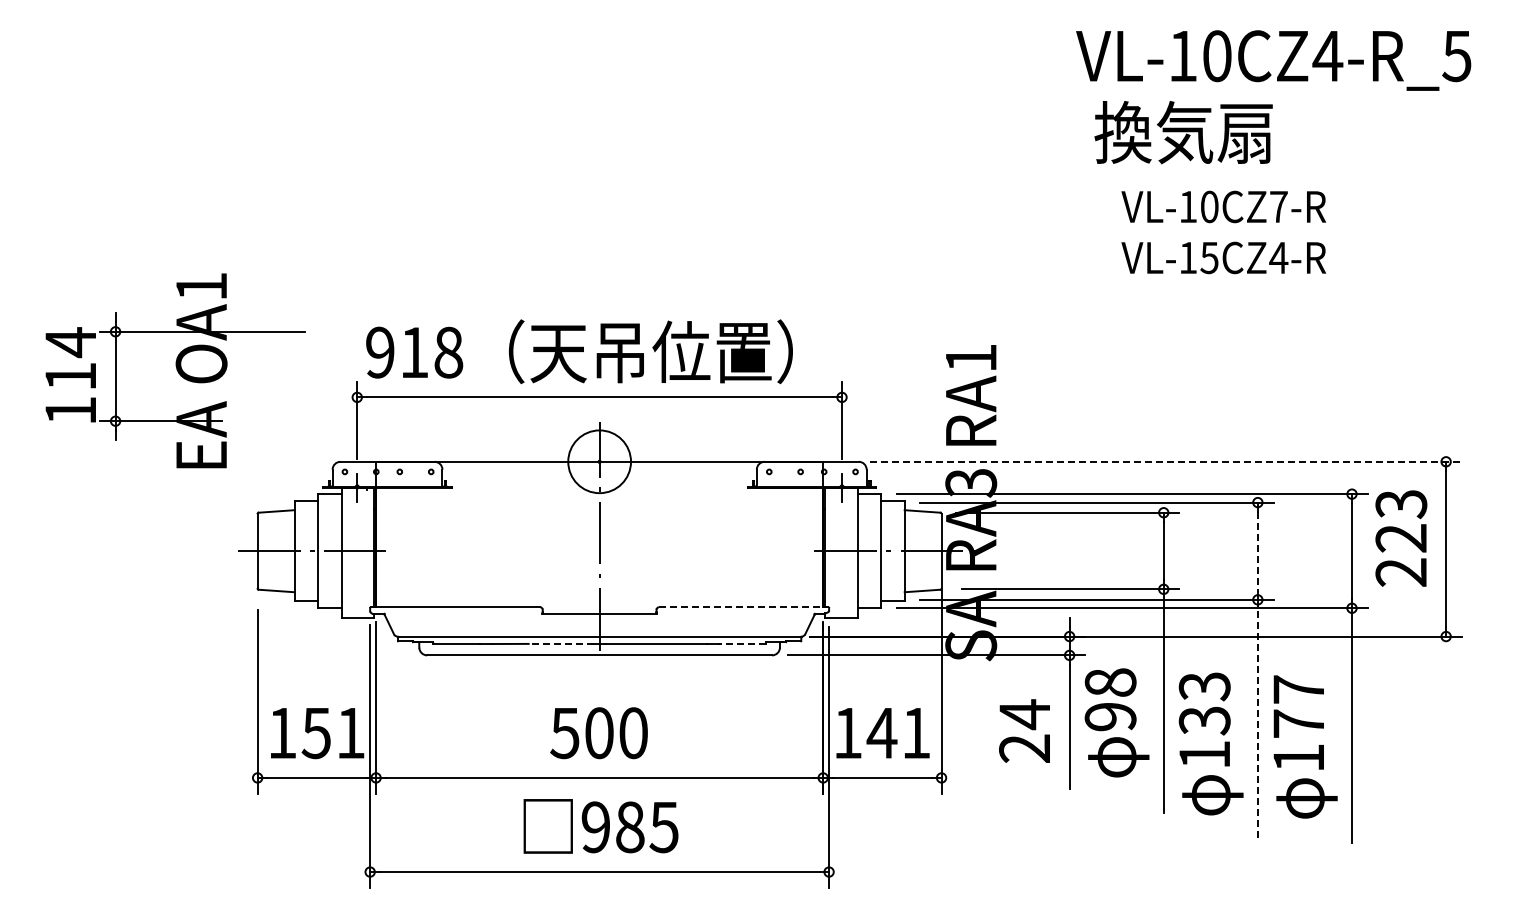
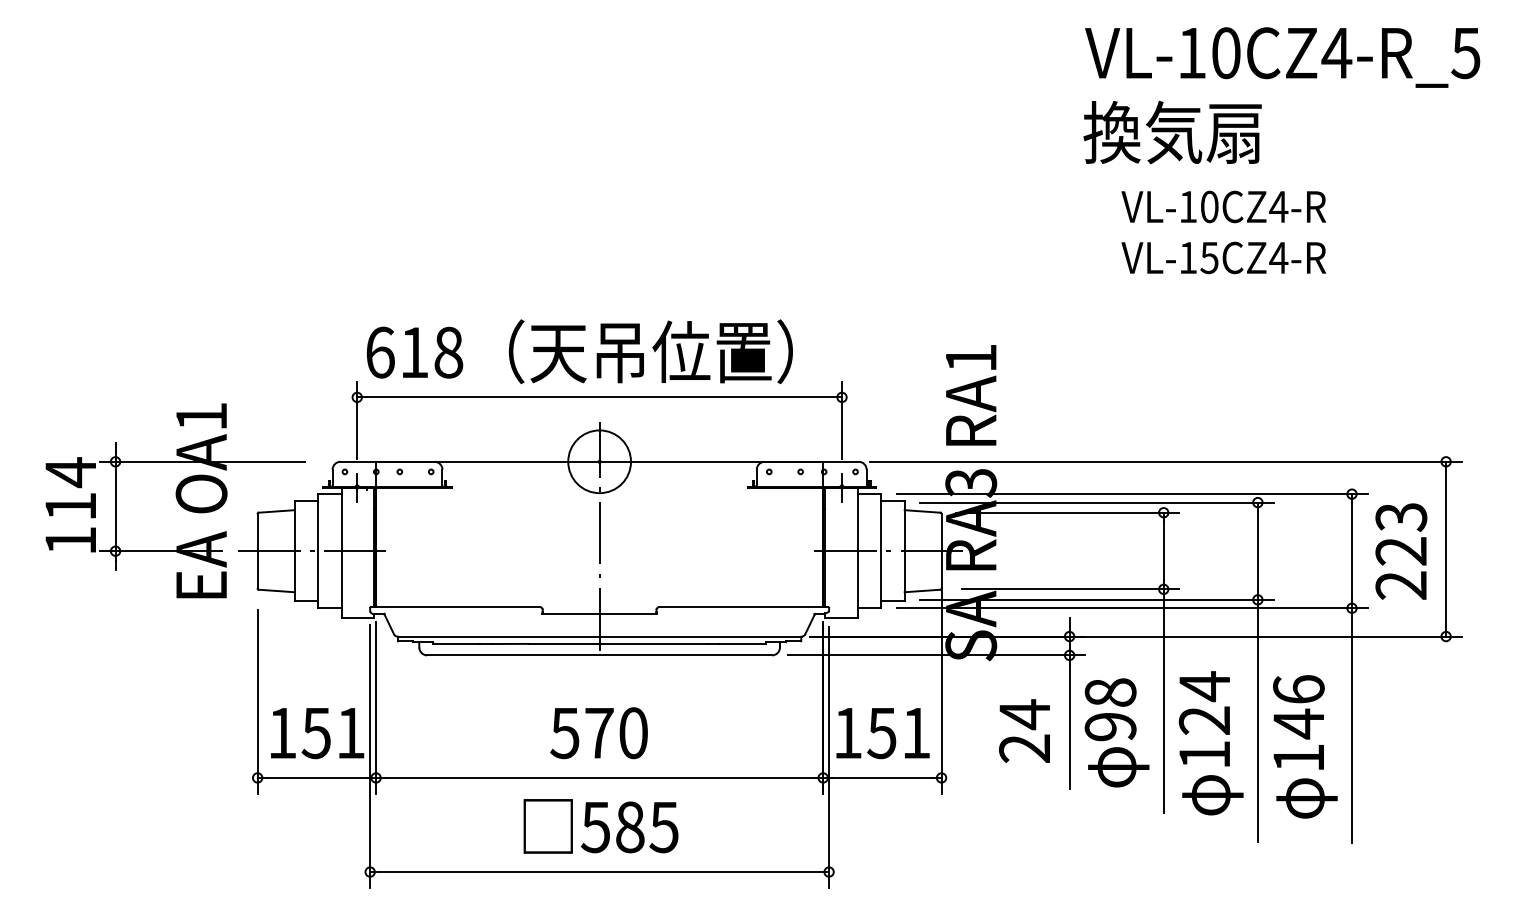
text at (1273, 60) position: (1273, 60) -> (1282, 57)
text at (1183, 132) position: (1183, 132) -> (1172, 132)
text at (1278, 206): VL-10CZ7-R -> VL-10CZ4-R
text at (380, 352): 918 -> 618
part at (175, 370) position: (175, 370) -> (175, 500)
line at (1165, 461): dashed -> solid
text at (1401, 538) position: (1401, 538) -> (1401, 551)
line at (1257, 551): dashed -> solid
line at (743, 607): dashed -> solid
line at (560, 644): dashed -> solid
line at (741, 644): dashed -> solid
text at (1204, 703): 133 -> 124
text at (1298, 707): 177 -> 146
line at (1257, 721): dashed -> solid
text at (1116, 722) position: (1116, 722) -> (1116, 732)
text at (599, 733): 500 -> 570
text at (881, 733): 141 -> 151
text at (595, 827): 985 -> 585
